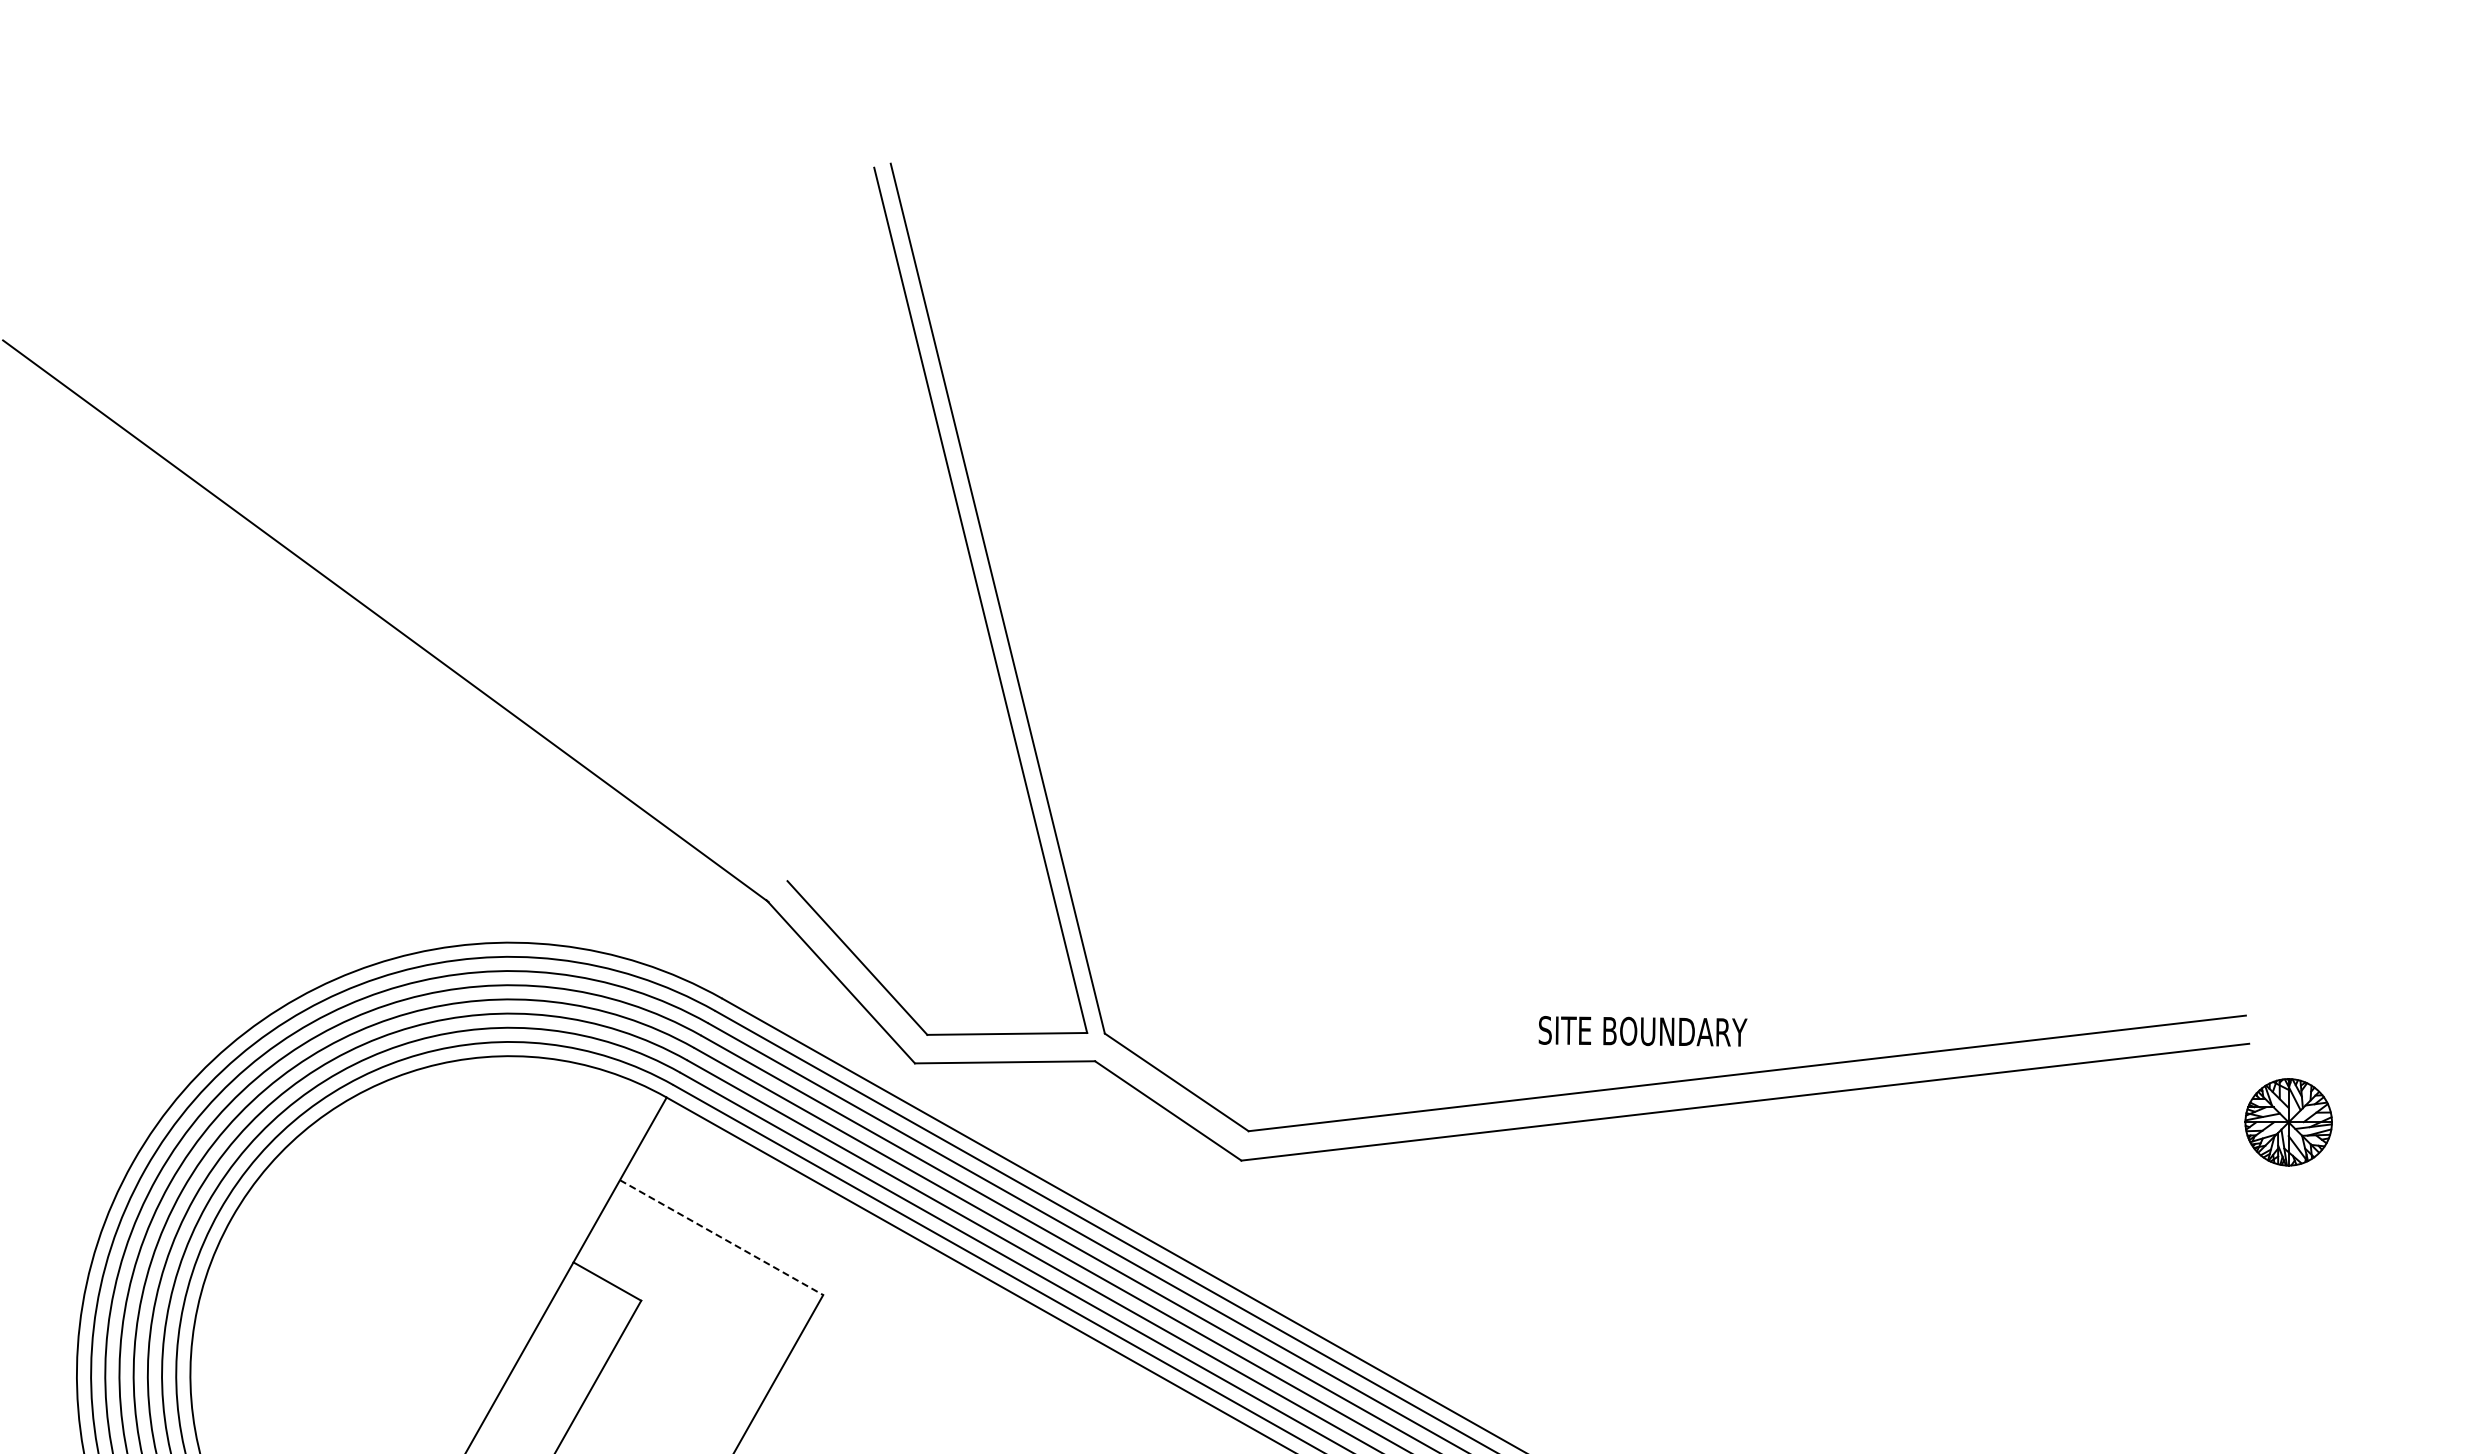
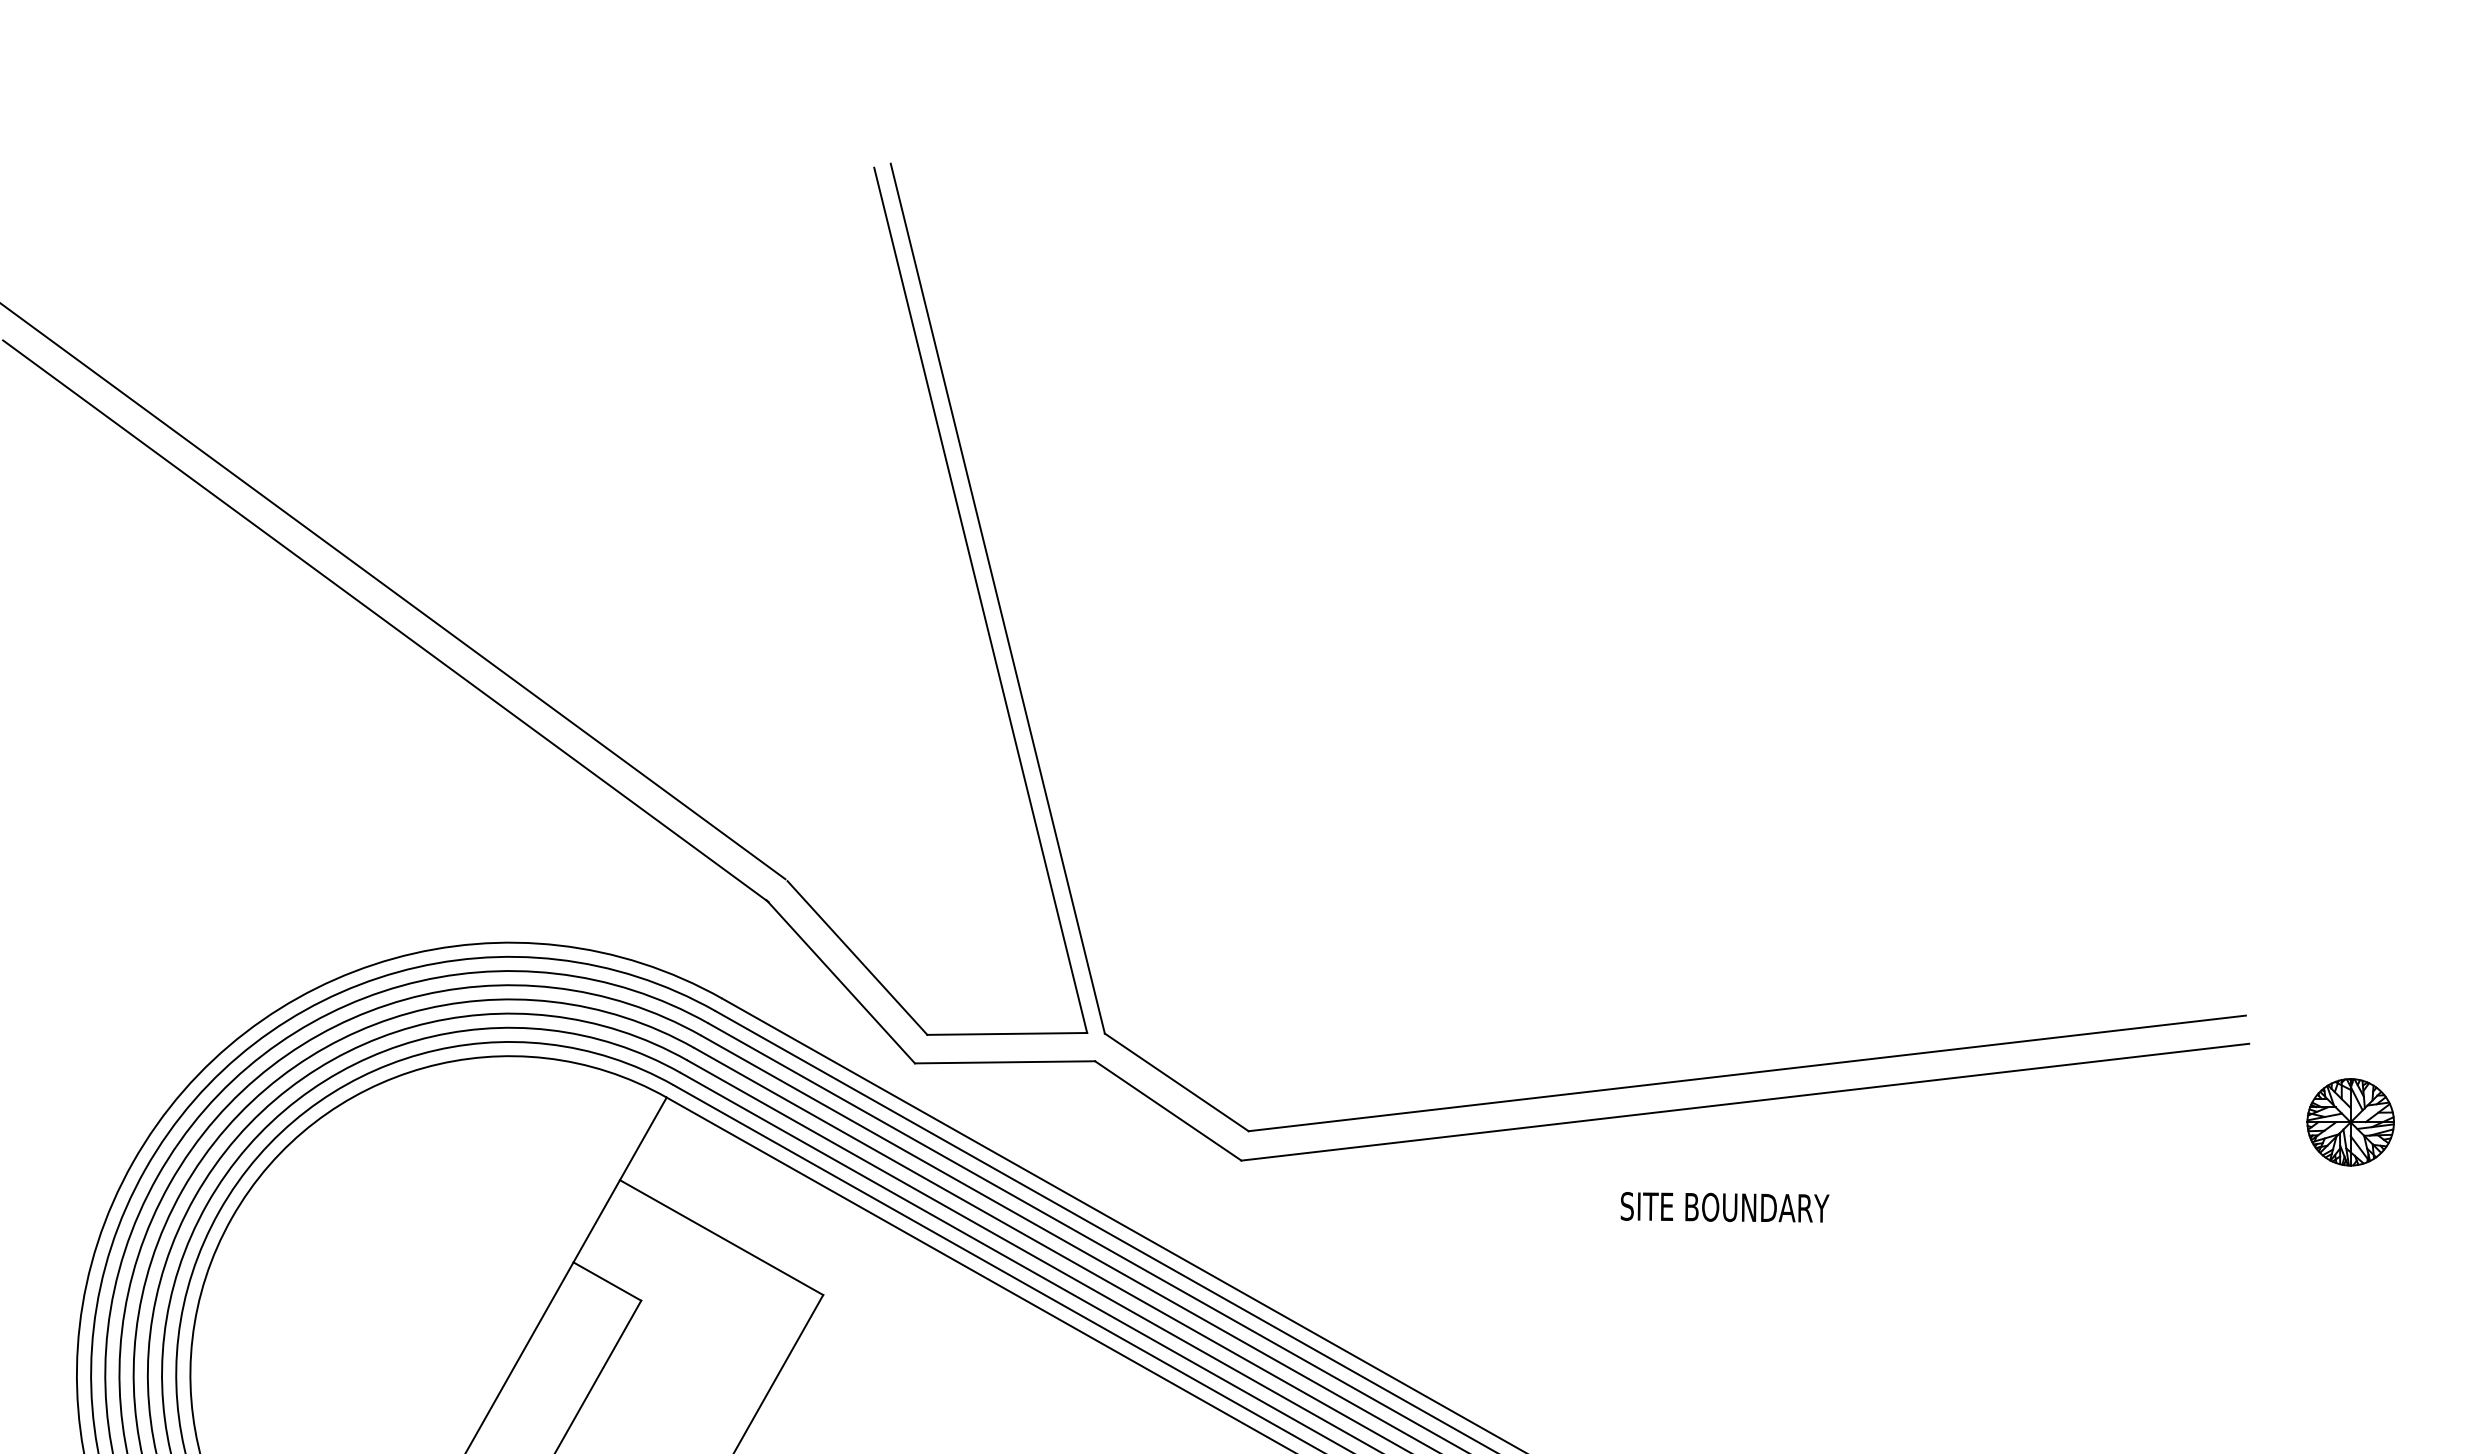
line at (393, 591): none -> present
text at (1642, 1031) position: (1642, 1031) -> (1724, 1207)
part at (2288, 1122) position: (2288, 1122) -> (2350, 1122)
line at (721, 1237): dashed -> solid
